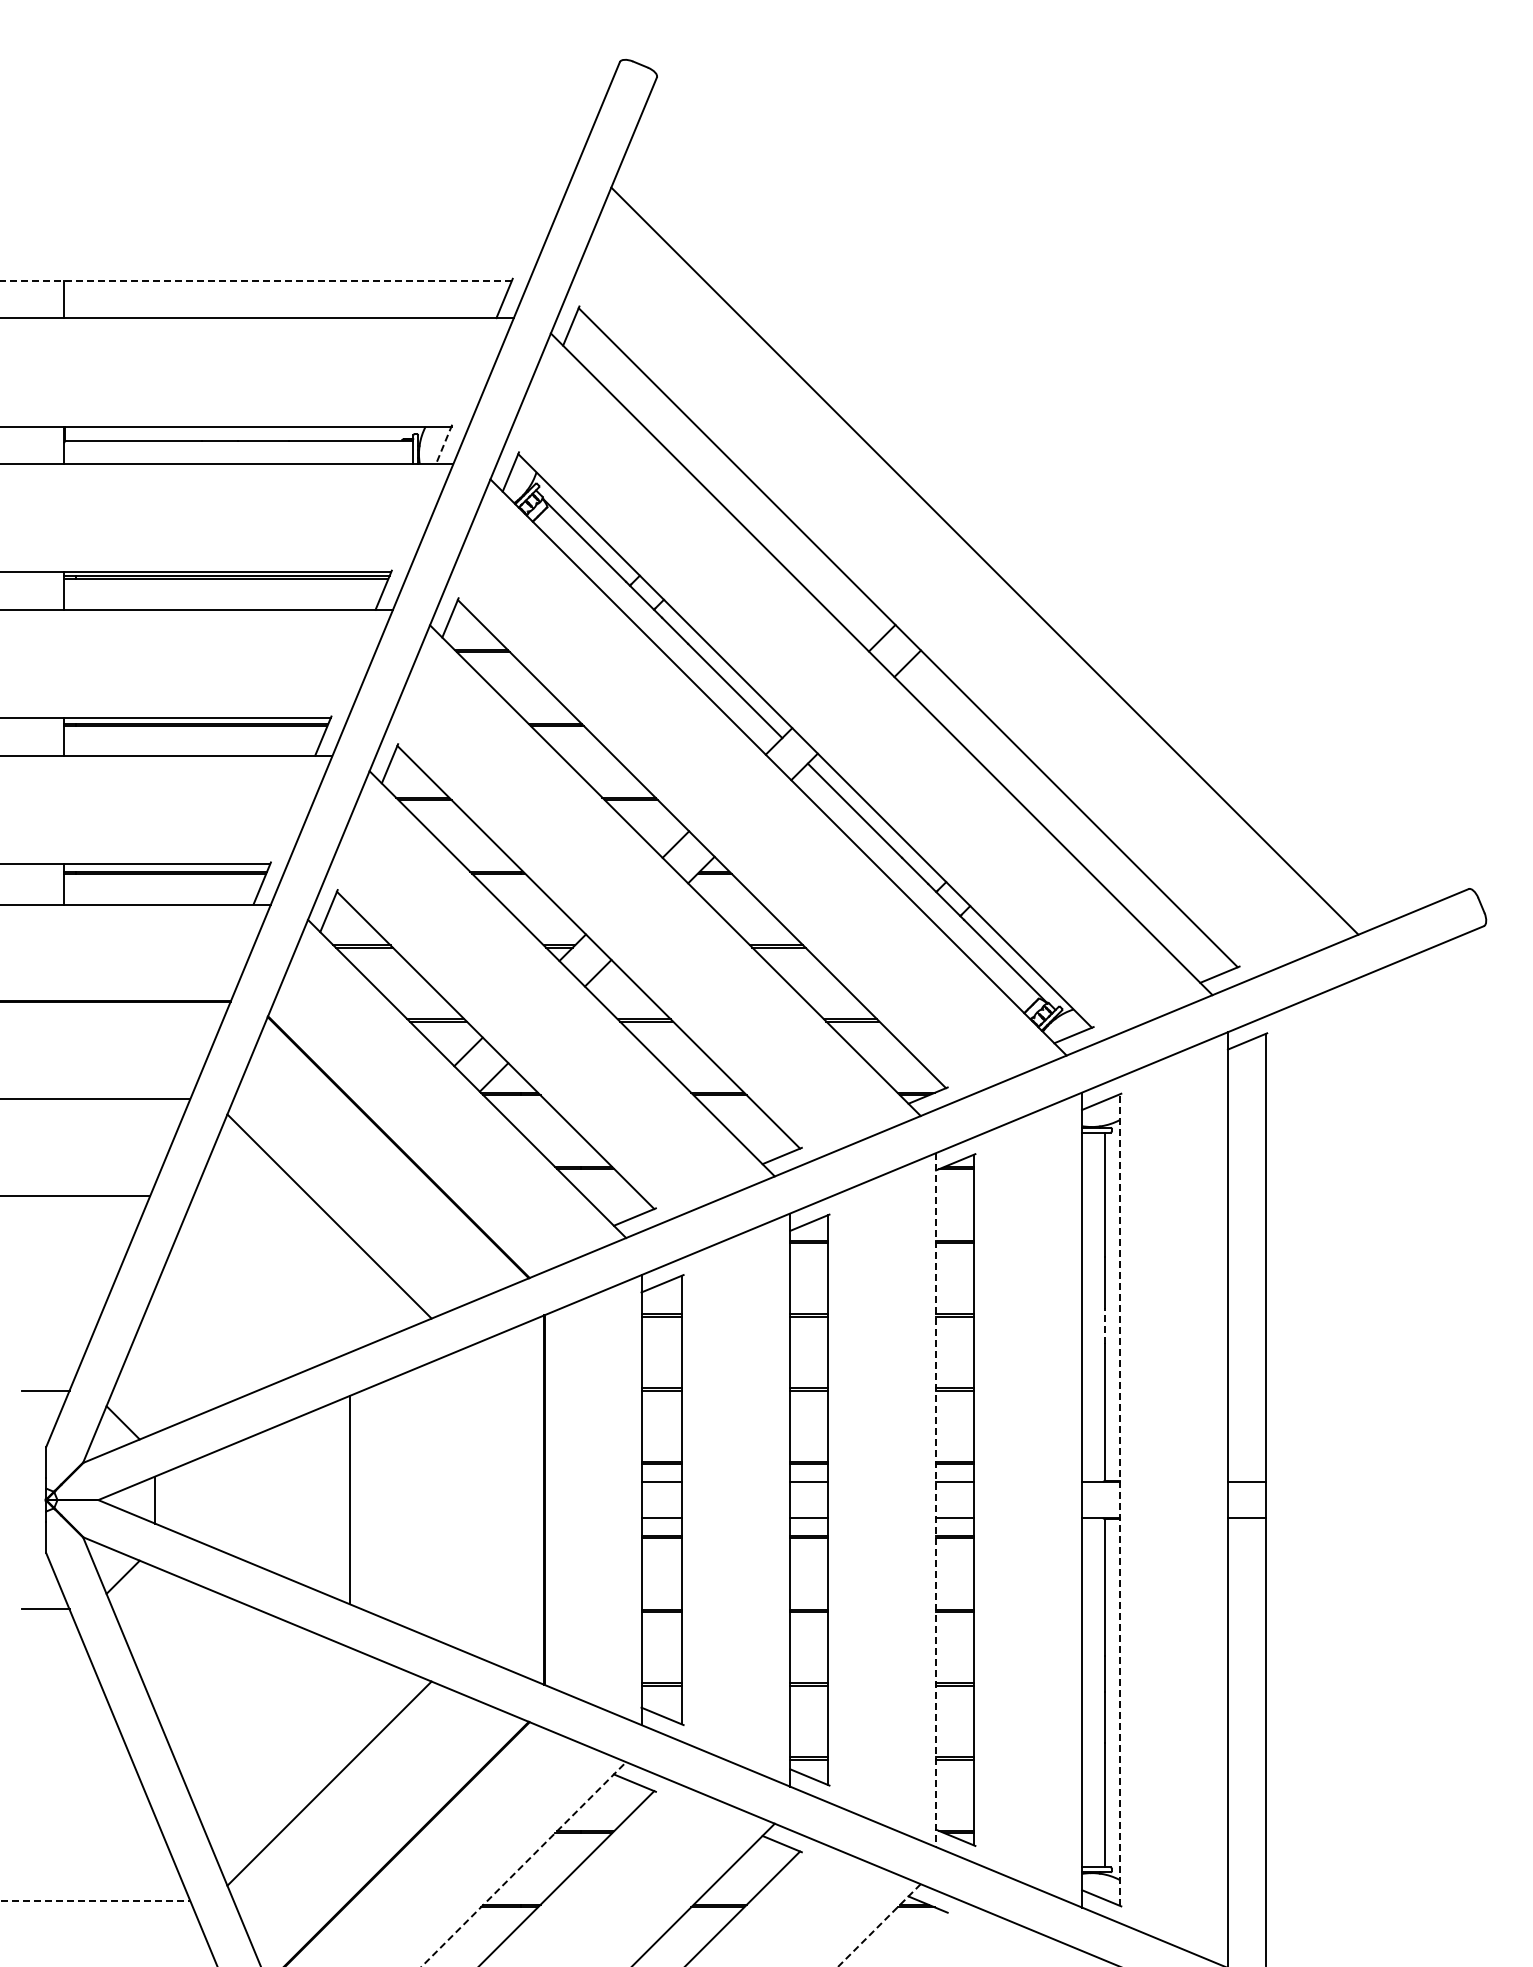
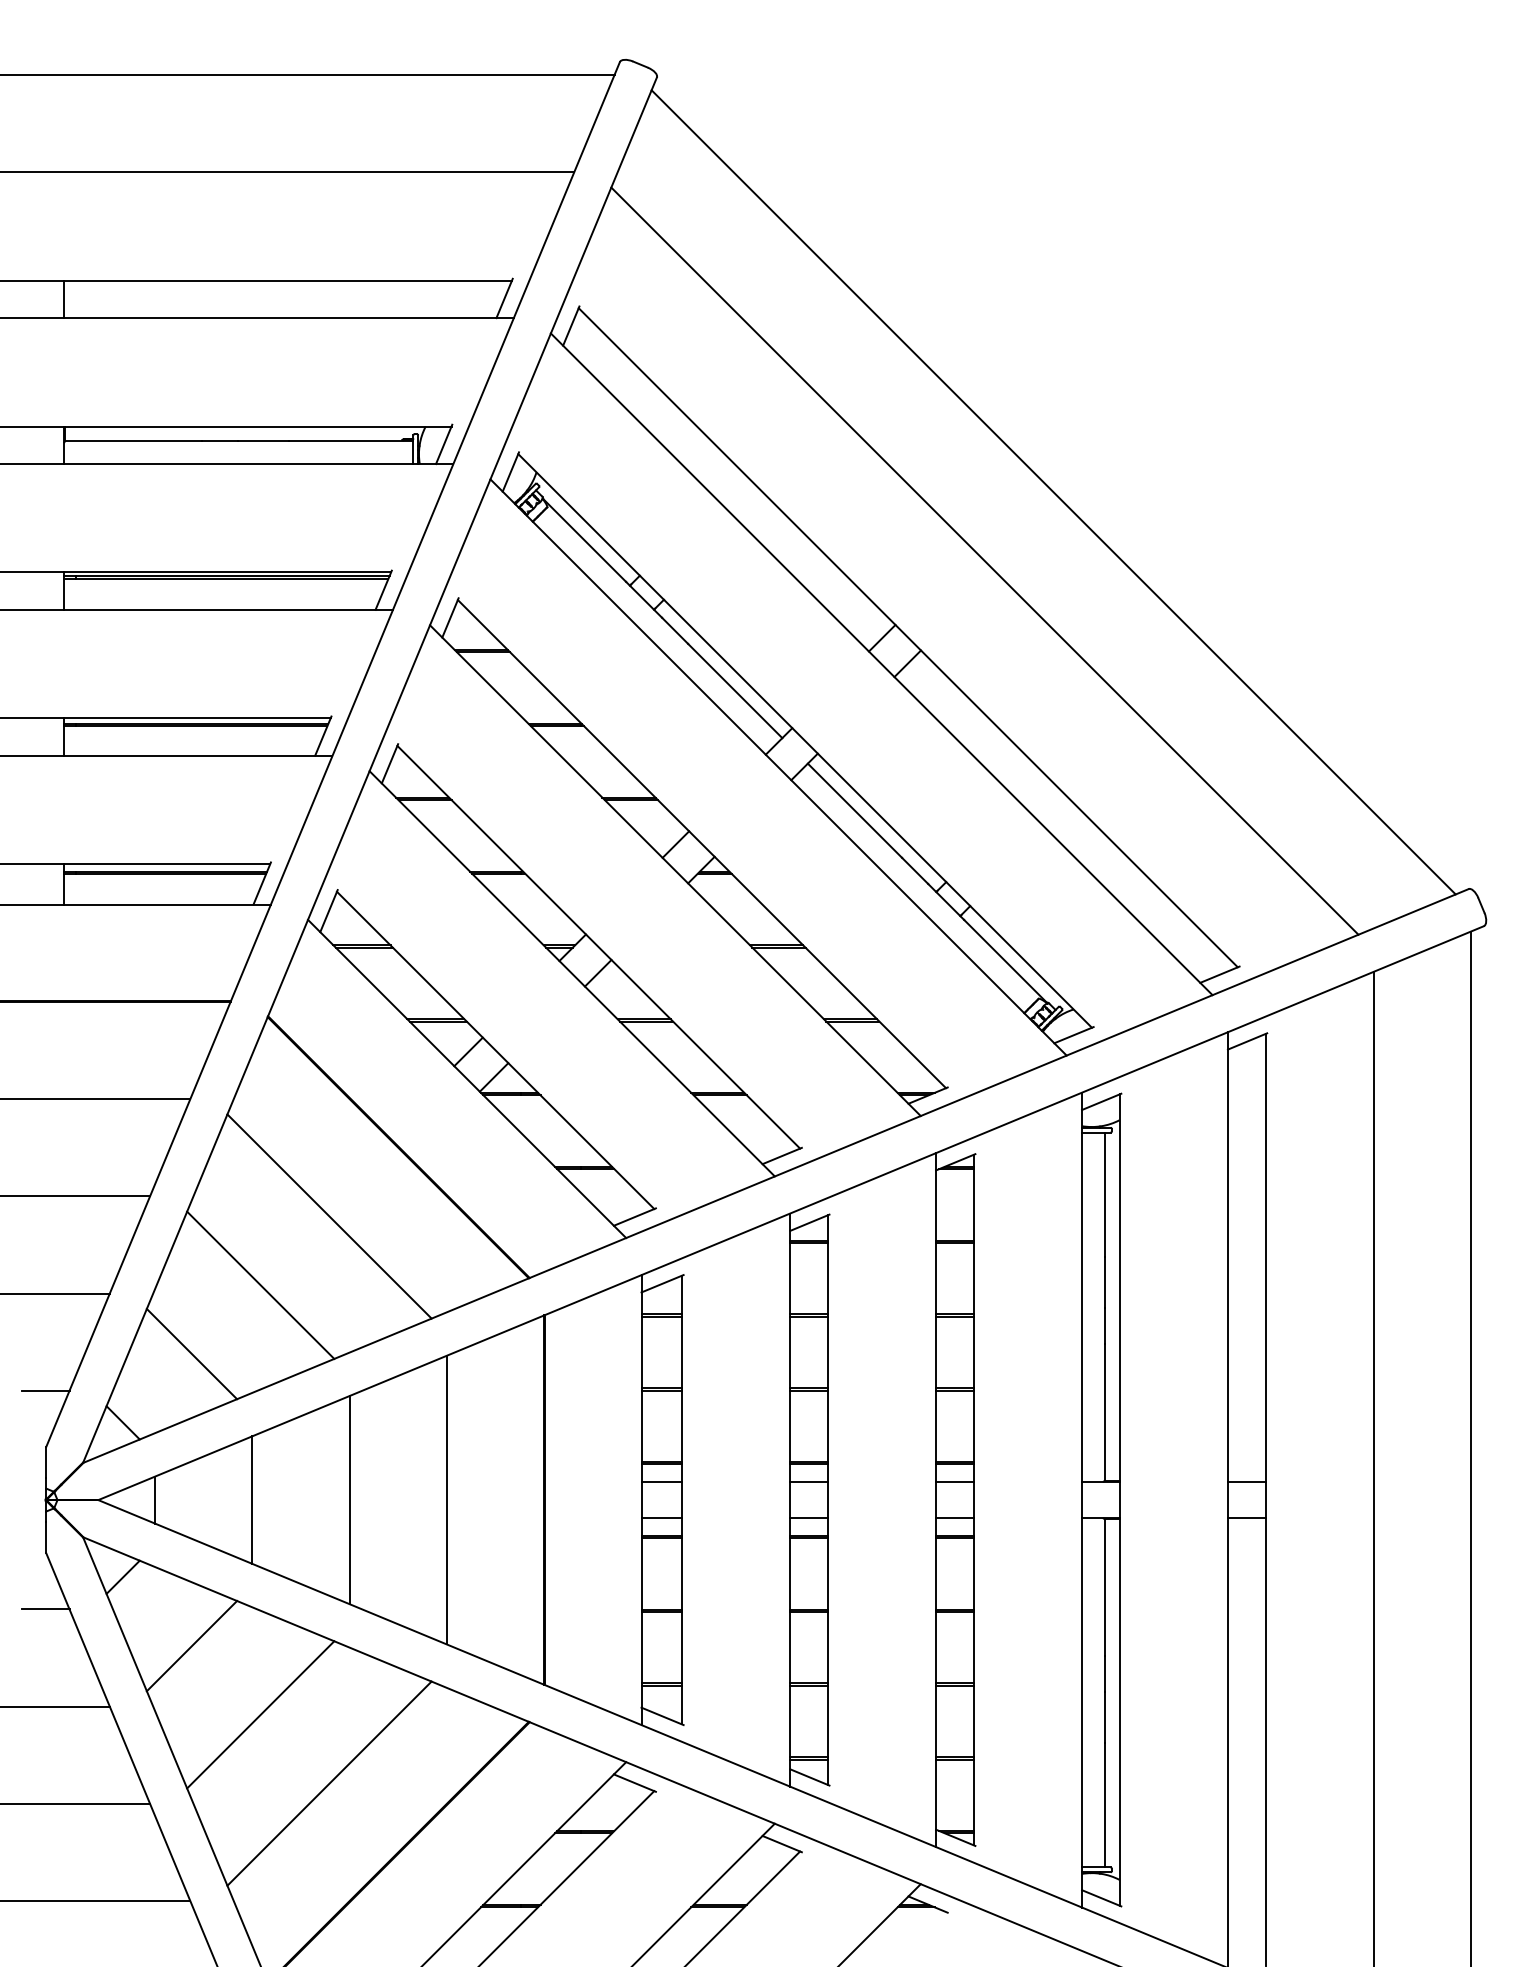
line at (308, 74): none -> present
line at (288, 172): none -> present
line at (256, 280): dashed -> solid
line at (443, 444): dashed -> solid
line at (1053, 492): none -> present
line at (260, 1284): none -> present
line at (55, 1293): none -> present
line at (1105, 1325): dashed -> solid
line at (191, 1353): none -> present
line at (1471, 1447): none -> present
line at (1373, 1467): none -> present
line at (252, 1499): none -> present
line at (446, 1499): none -> present
line at (936, 1500): dashed -> solid
line at (1119, 1500): dashed -> solid
line at (191, 1645): none -> present
line at (55, 1706): none -> present
line at (260, 1714): none -> present
line at (76, 1803): none -> present
line at (524, 1863): dashed -> solid
line at (95, 1901): dashed -> solid
line at (879, 1925): dashed -> solid
